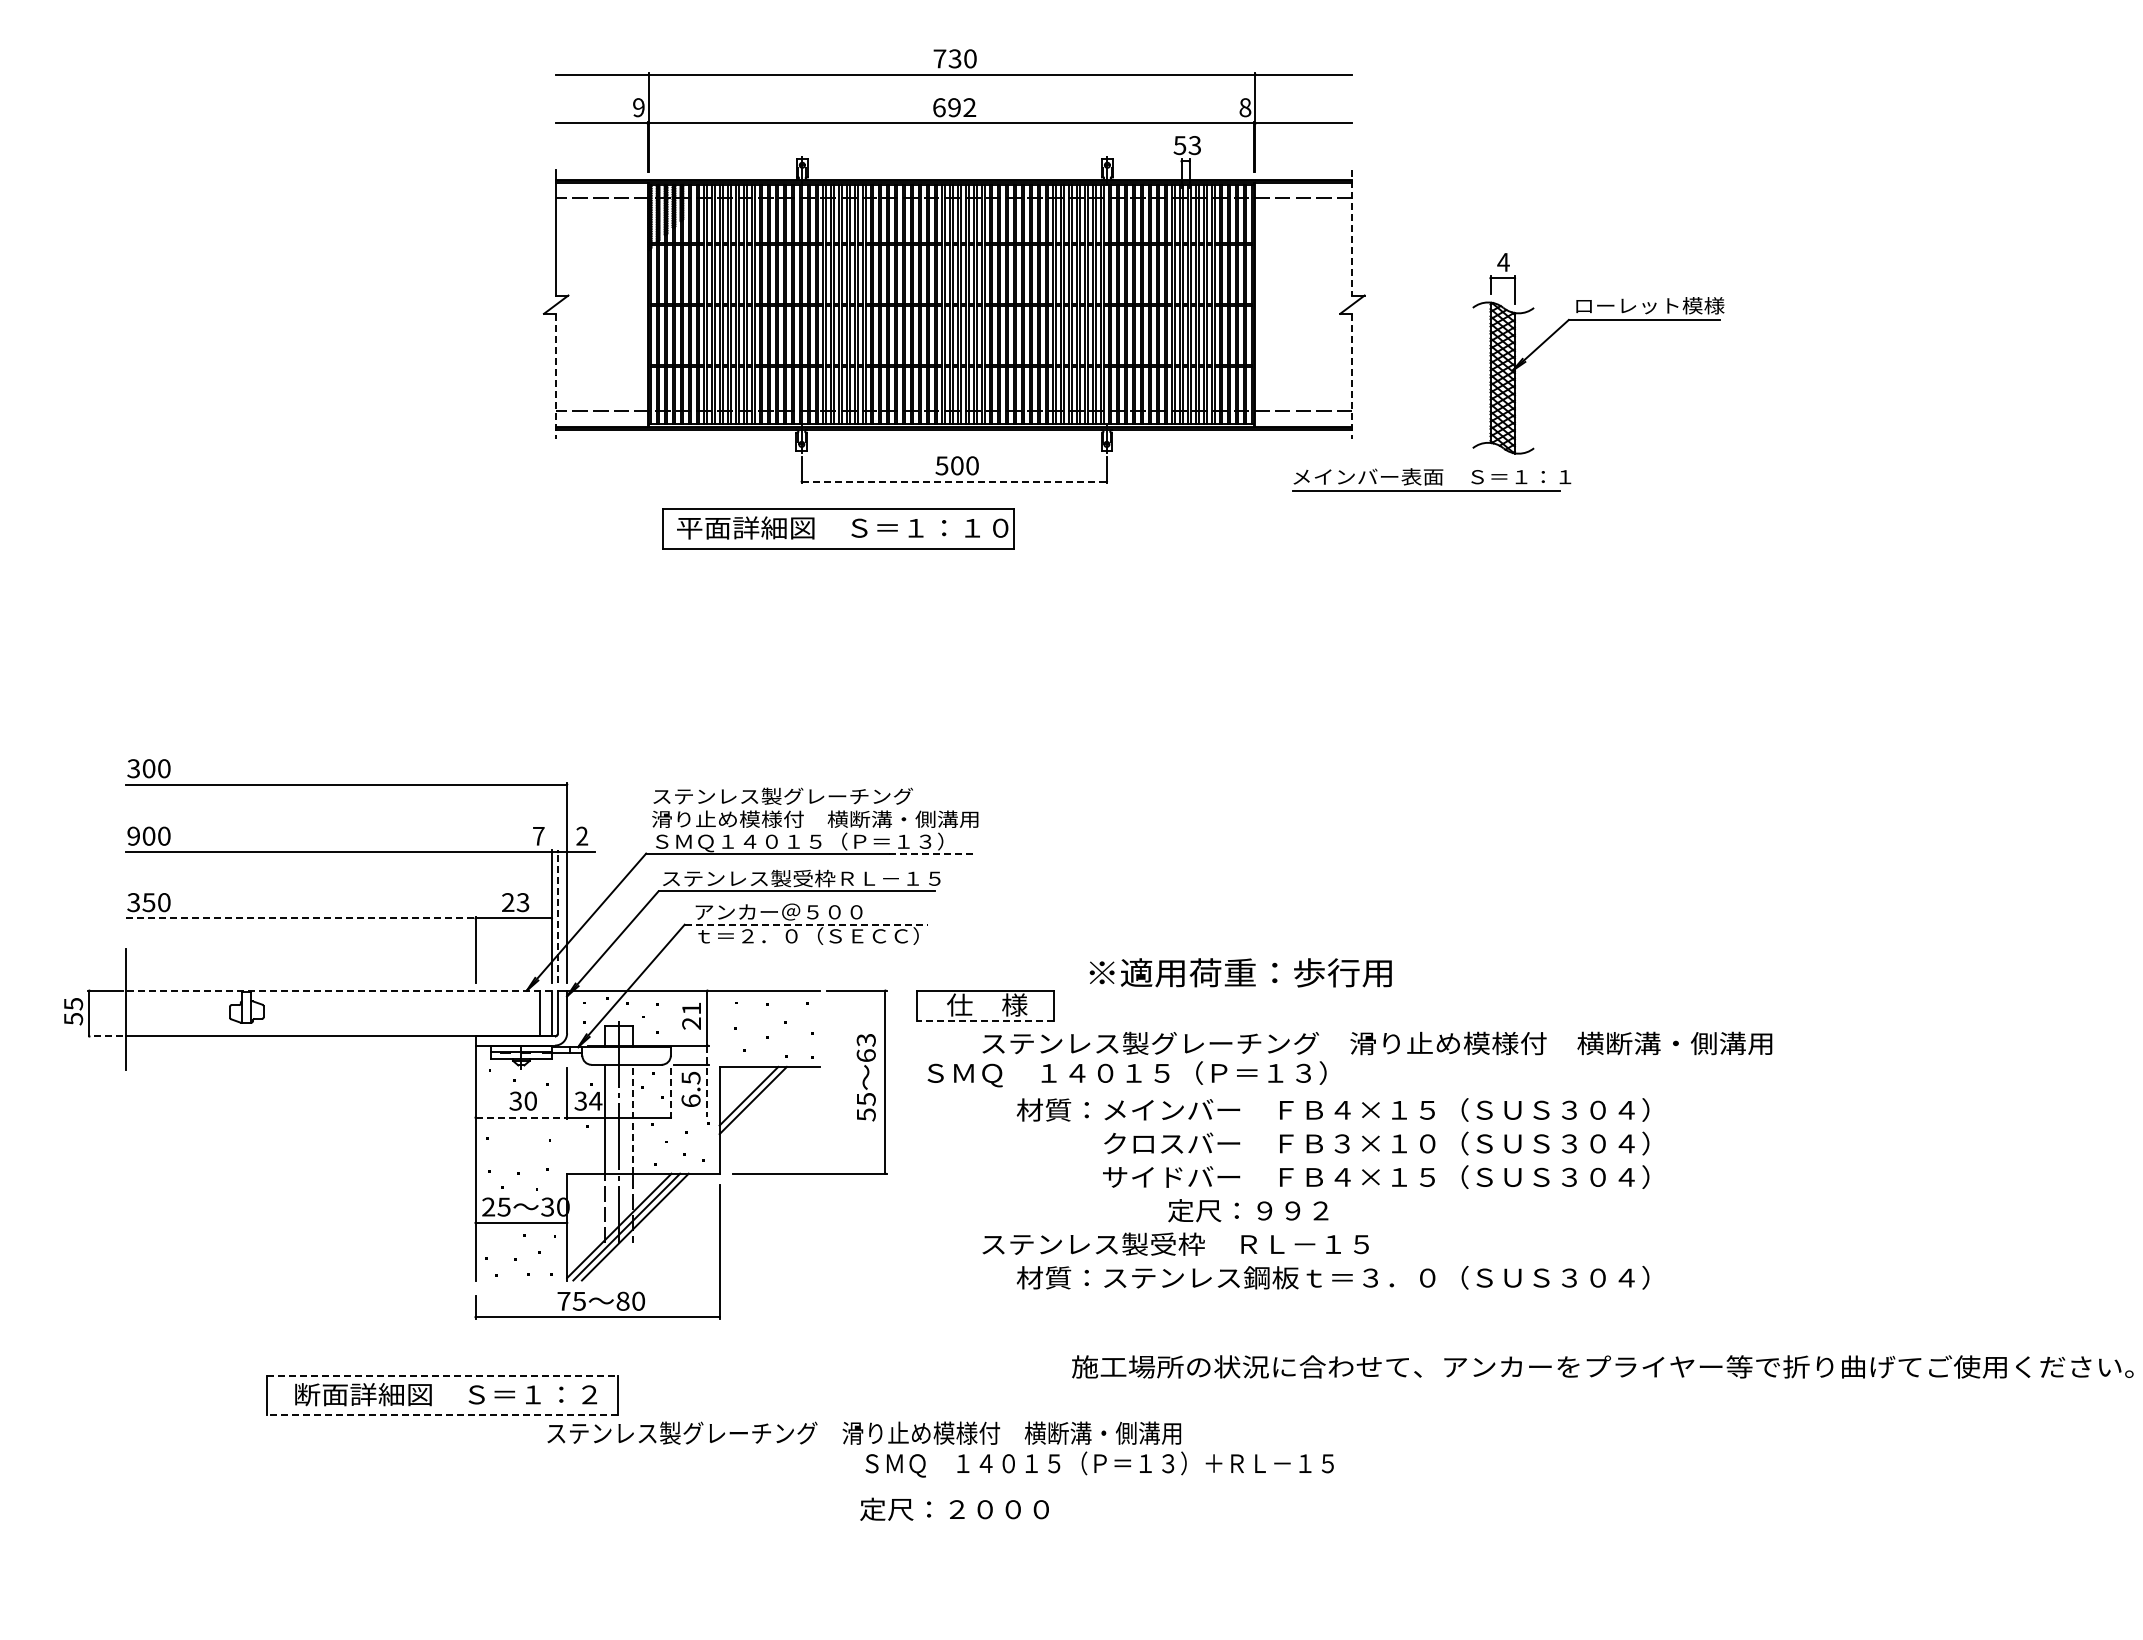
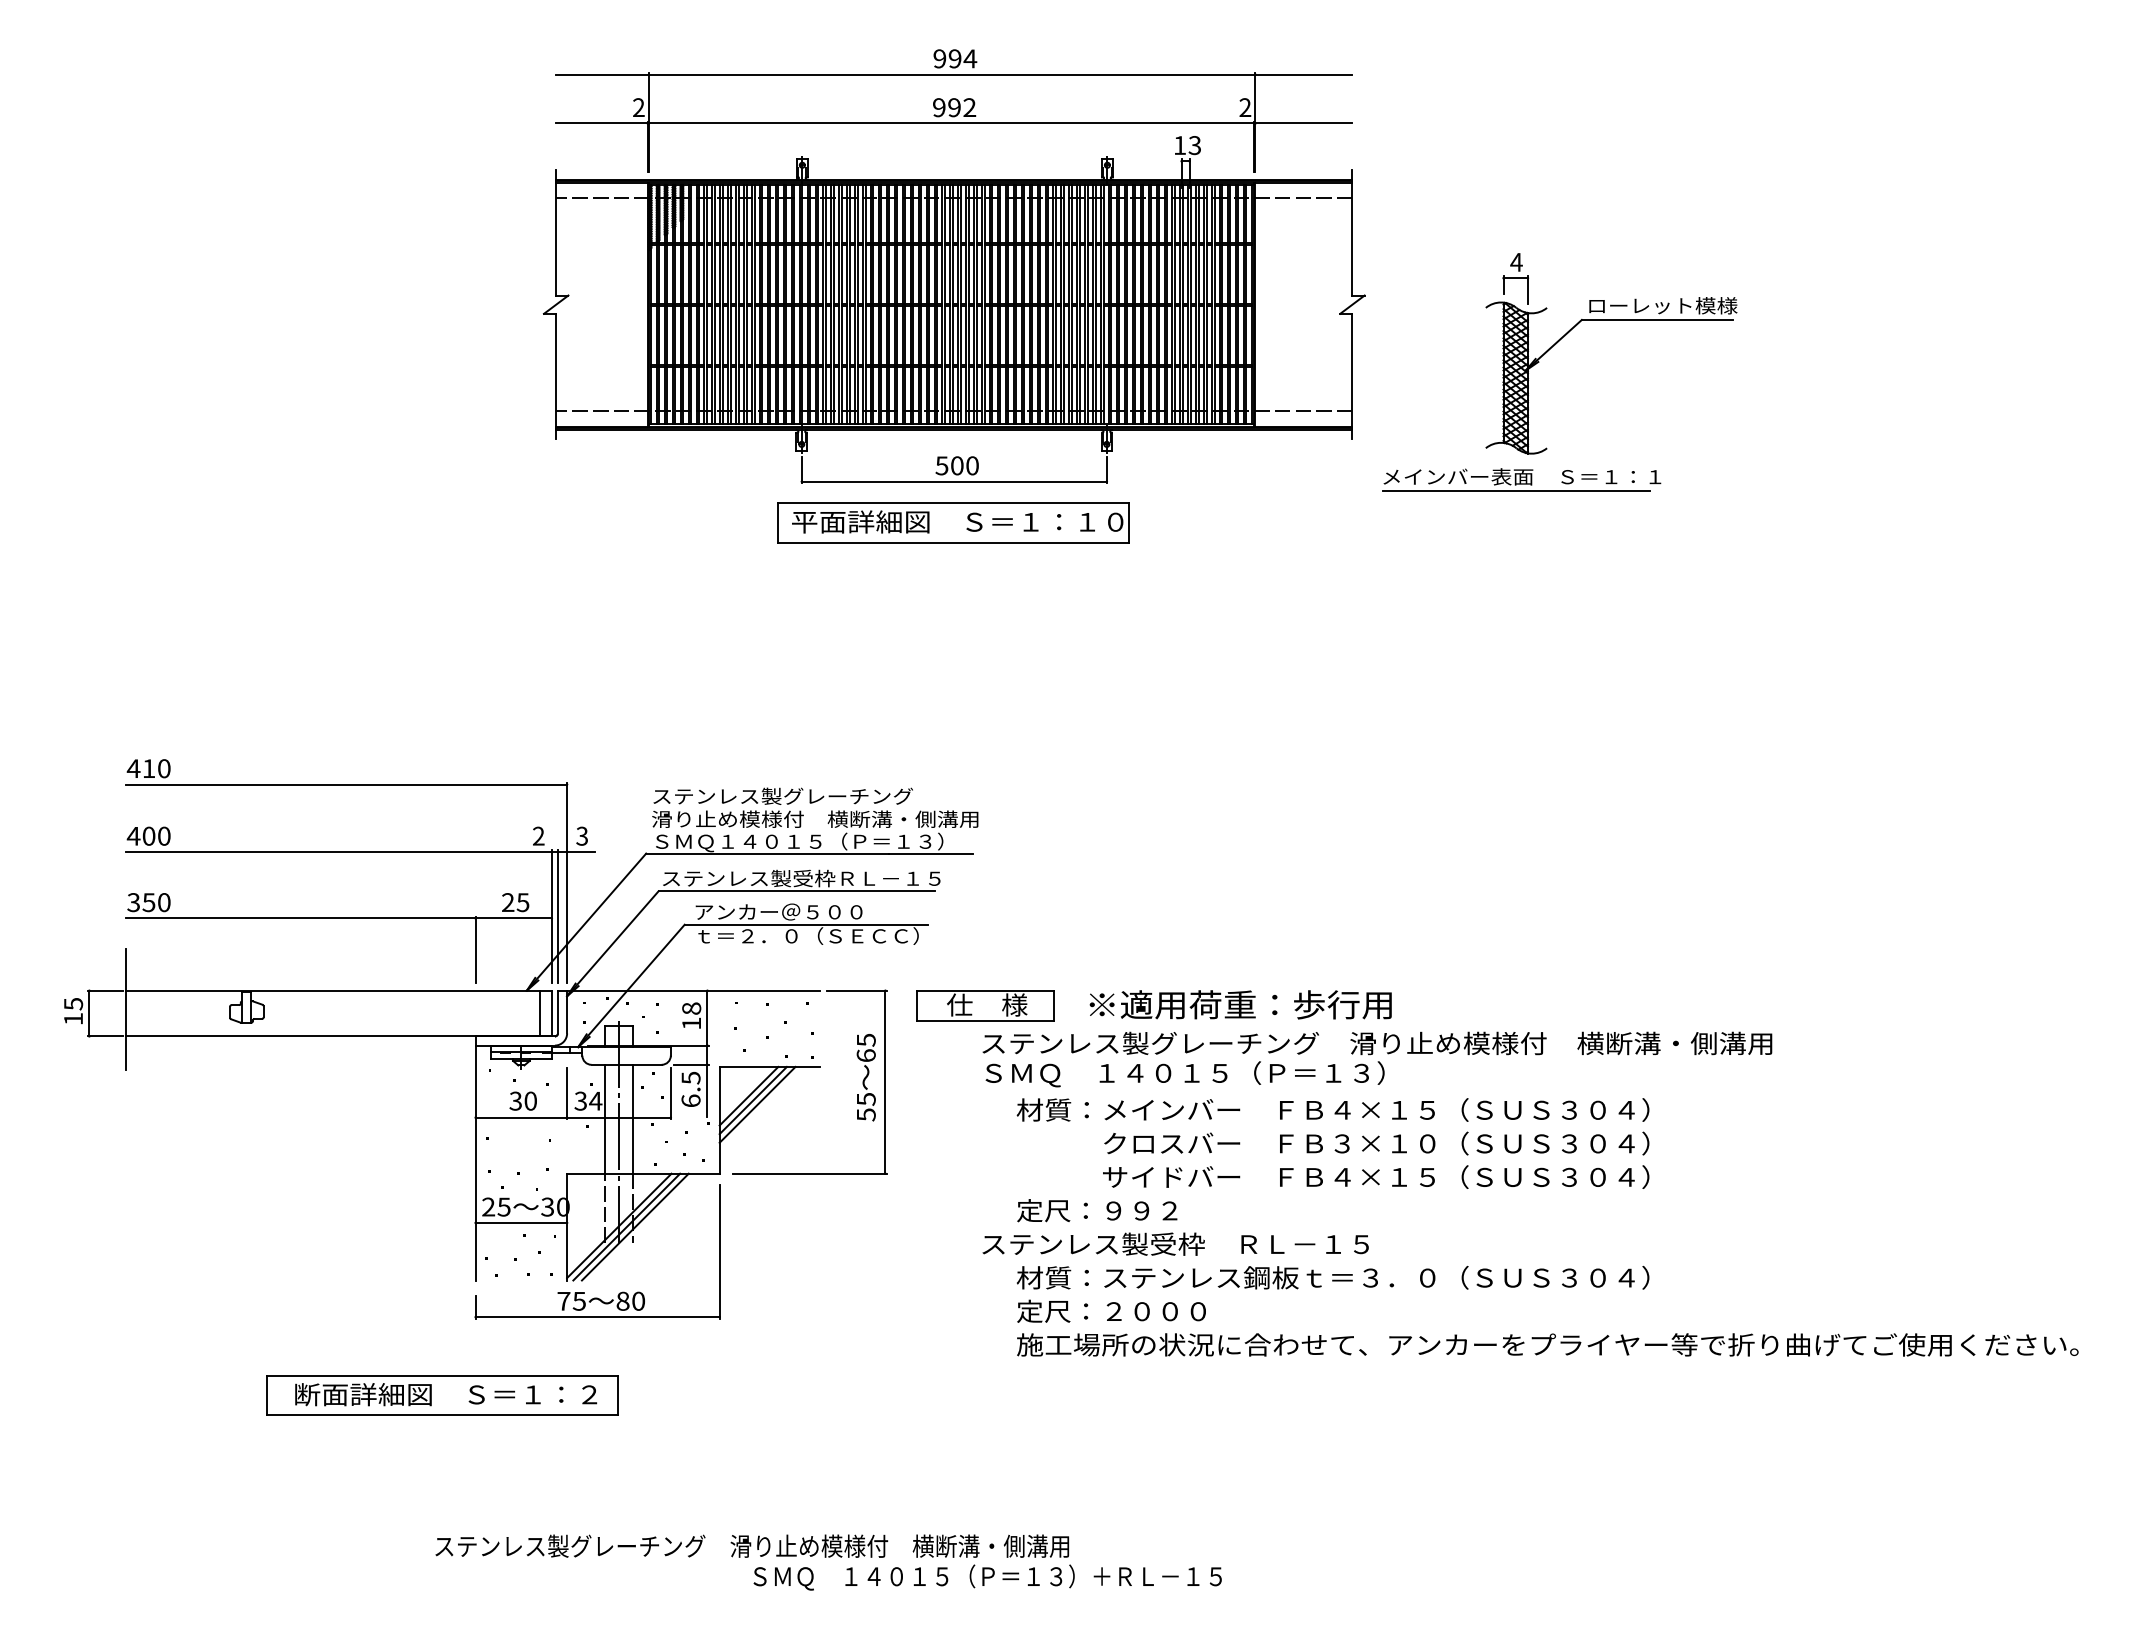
text at (955, 58): 730 -> 994
text at (638, 107): 9 -> 2
text at (939, 107): 692 -> 992
text at (1245, 107): 8 -> 2
text at (1179, 145): 53 -> 13
line at (1352, 233): dashed -> solid
part at (1598, 320) position: (1598, 320) -> (1611, 320)
line at (556, 376): dashed -> solid
line at (1352, 376): dashed -> solid
part at (1431, 479) position: (1431, 479) -> (1521, 479)
line at (954, 481): dashed -> solid
part at (838, 528) position: (838, 528) -> (953, 522)
text at (140, 768): 300 -> 410
text at (133, 835): 900 -> 400
text at (538, 835): 7 -> 2
text at (582, 836): 2 -> 3
line at (931, 853): dashed -> solid
text at (523, 902): 23 -> 25
line at (557, 915): dashed -> solid
line at (300, 918): dashed -> solid
line at (806, 924): dashed -> solid
text at (1240, 972) position: (1240, 972) -> (1240, 1004)
line at (339, 990): dashed -> solid
text at (691, 1015): 21 -> 18
text at (73, 1019): 55 -> 15
line at (985, 1021): dashed -> solid
line at (105, 1036): dashed -> solid
text at (865, 1039): 63 -> 65
text at (1126, 1074) position: (1126, 1074) -> (1184, 1074)
line at (707, 1081): dashed -> solid
line at (670, 1093): dashed -> solid
line at (757, 1104): none -> present
line at (521, 1117): dashed -> solid
line at (632, 1118): dashed -> solid
text at (1248, 1210) position: (1248, 1210) -> (1097, 1210)
text at (1602, 1366) position: (1602, 1366) -> (1547, 1344)
line at (442, 1375): dashed -> solid
line at (441, 1415): dashed -> solid
text at (940, 1449) position: (940, 1449) -> (828, 1562)
text at (954, 1508) position: (954, 1508) -> (1111, 1310)
